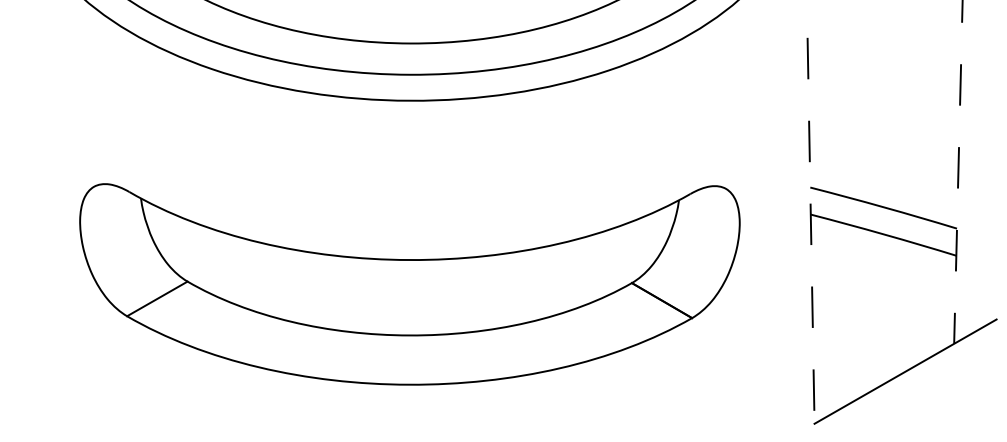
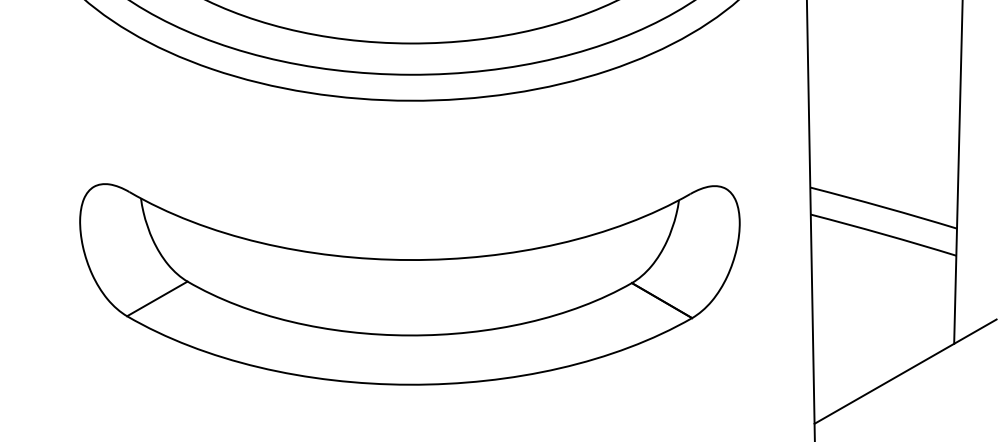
line at (958, 171): dashed -> solid
line at (810, 221): dashed -> solid
